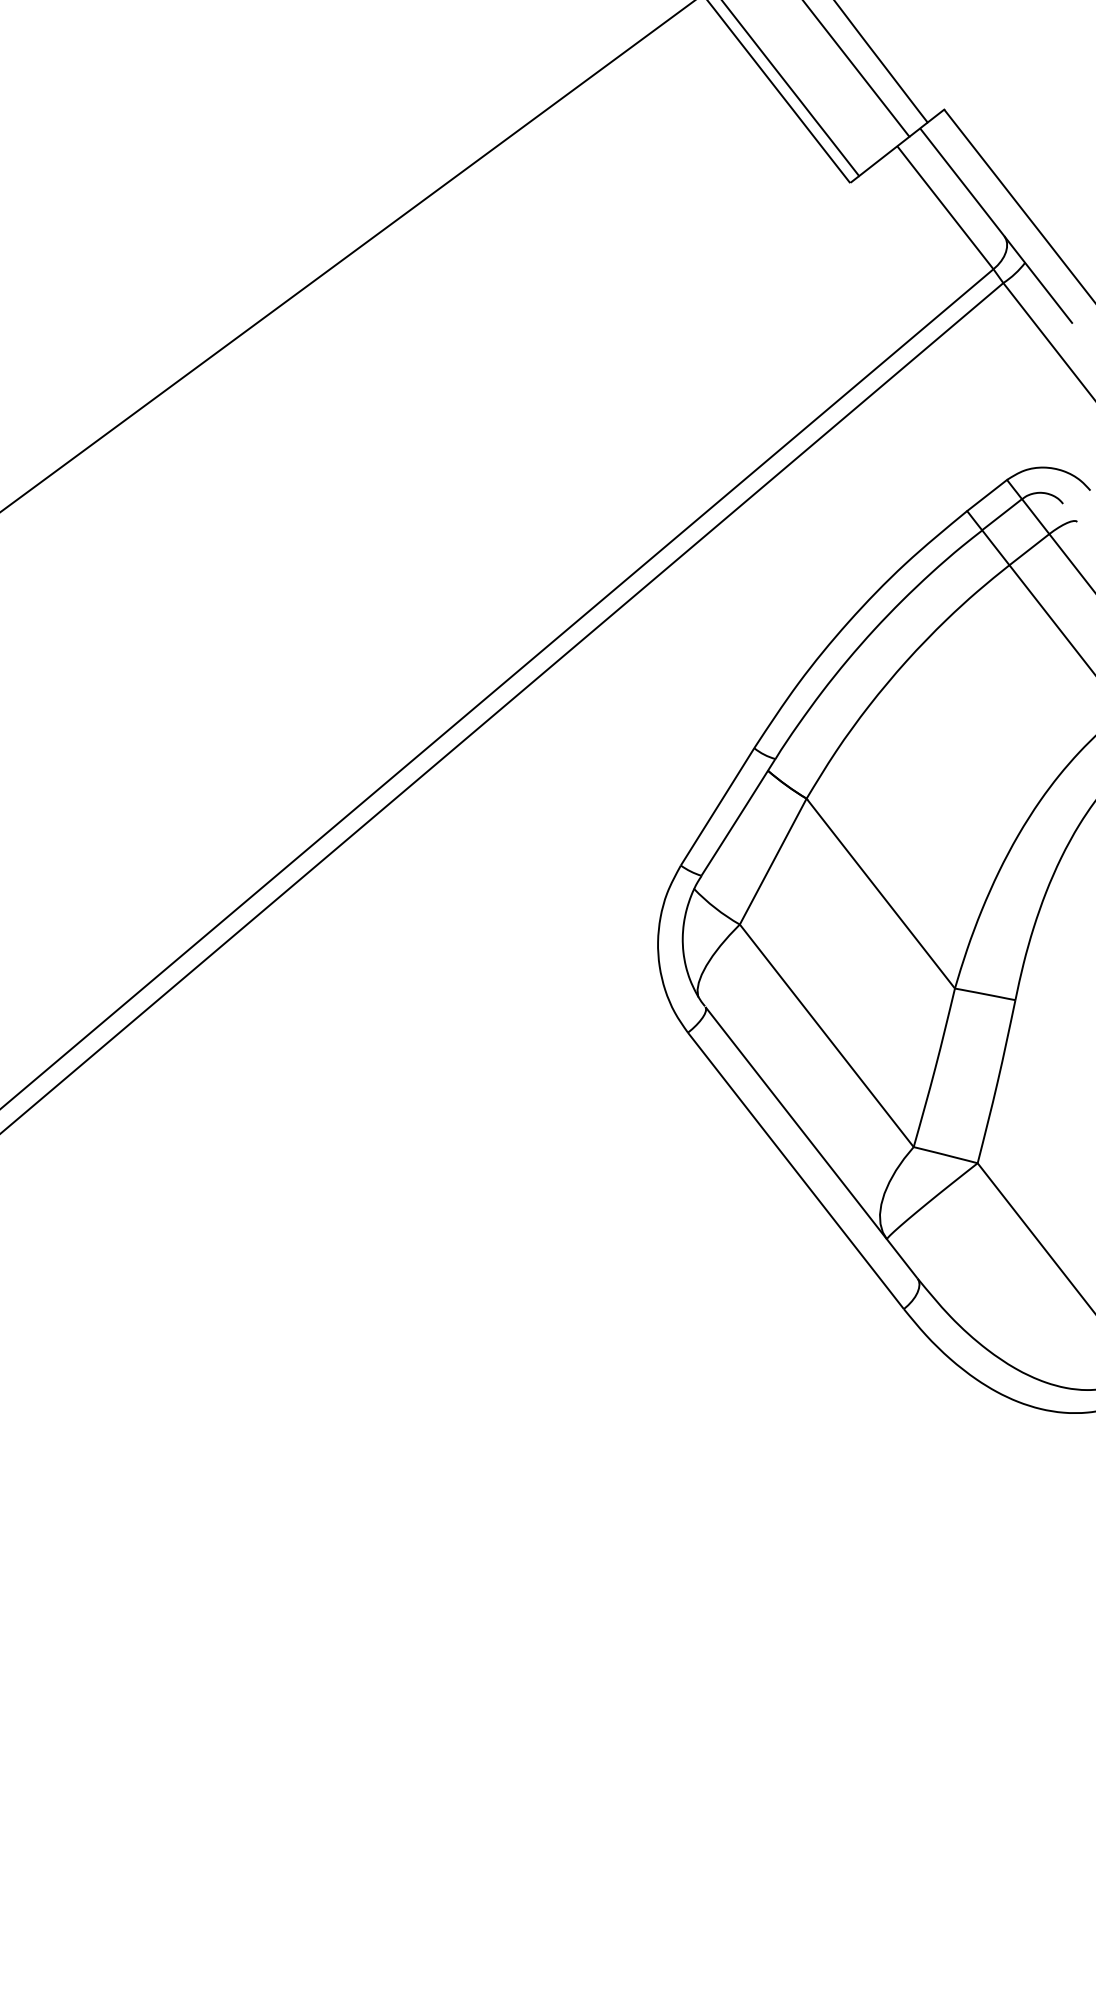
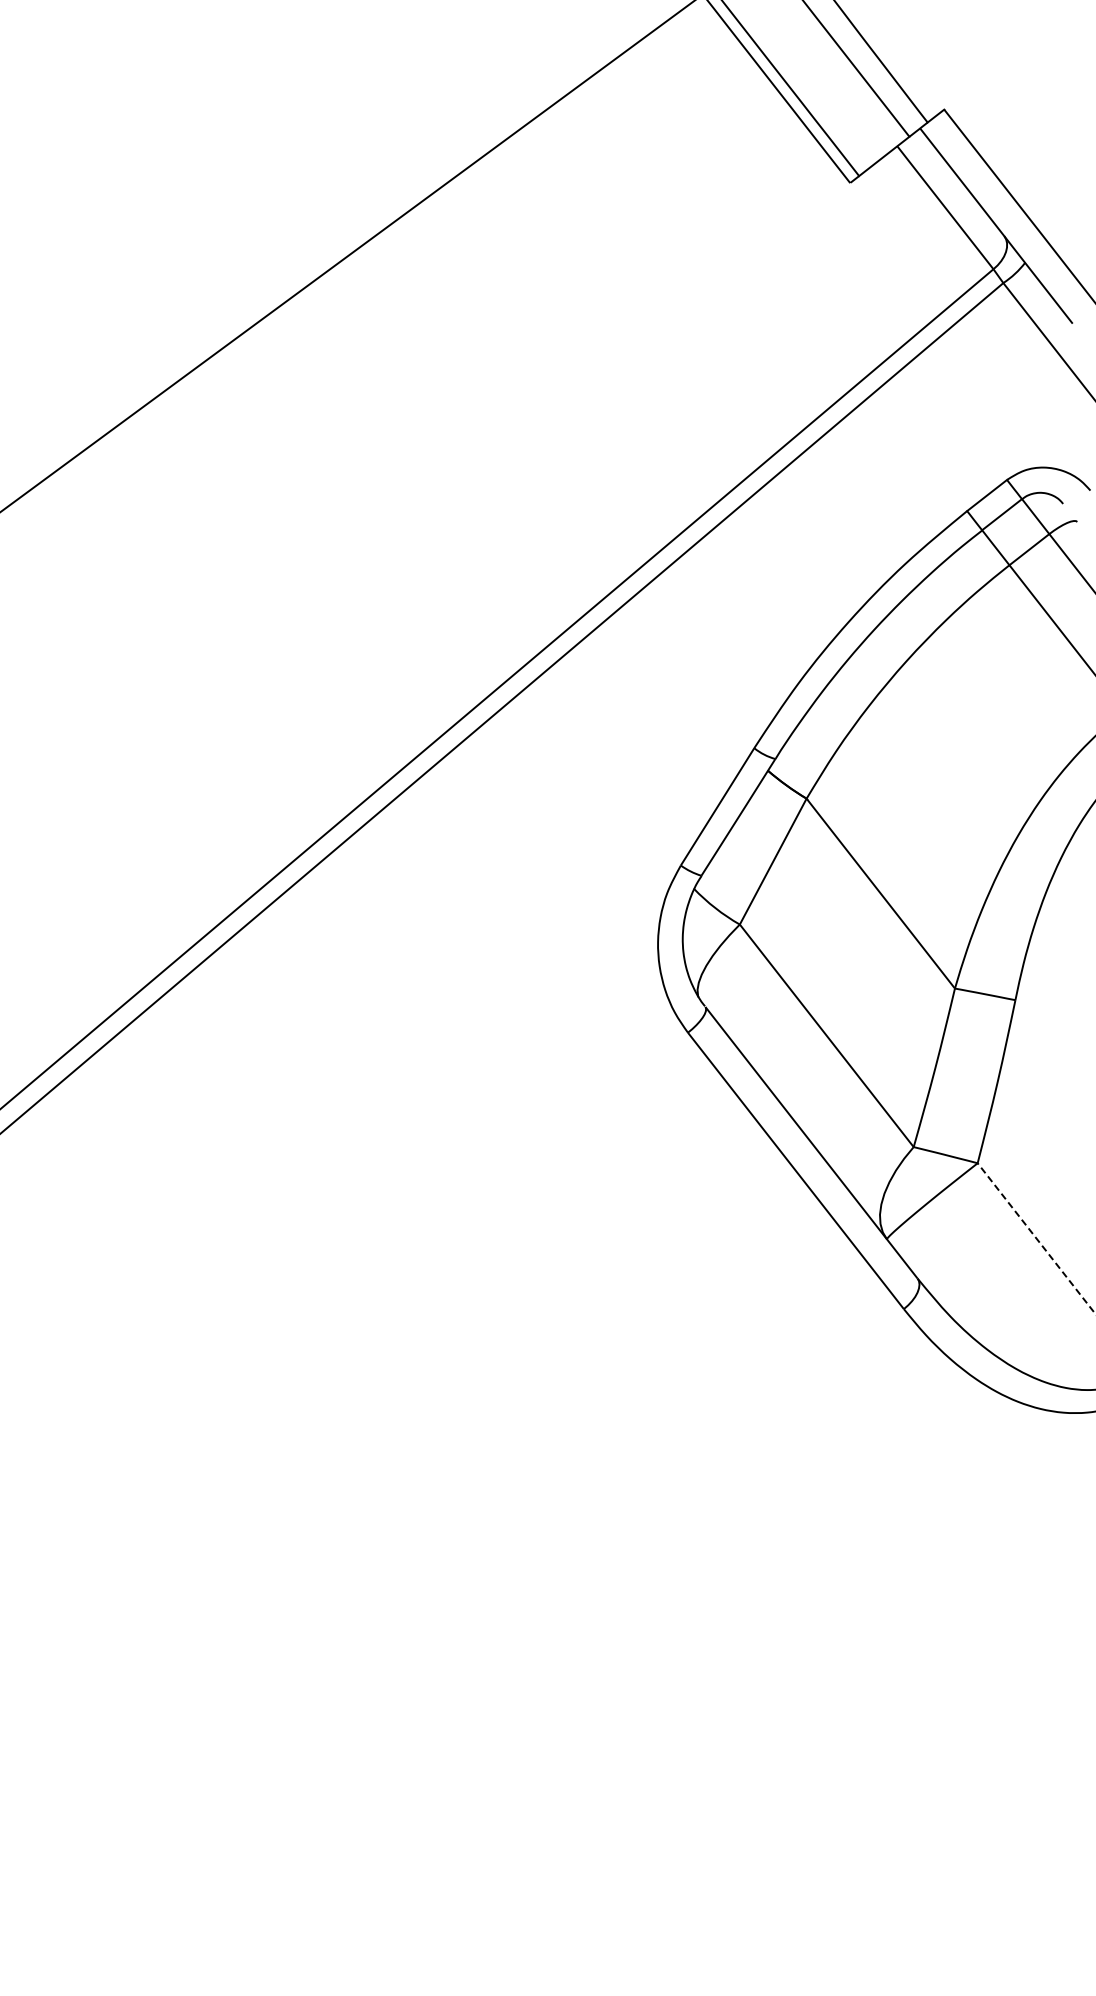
line at (1036, 1238): solid -> dashed
